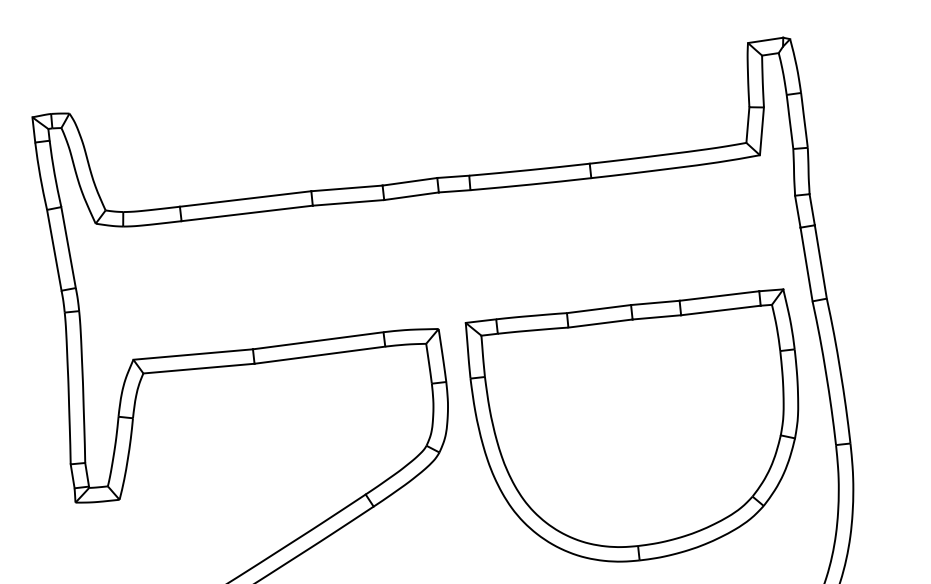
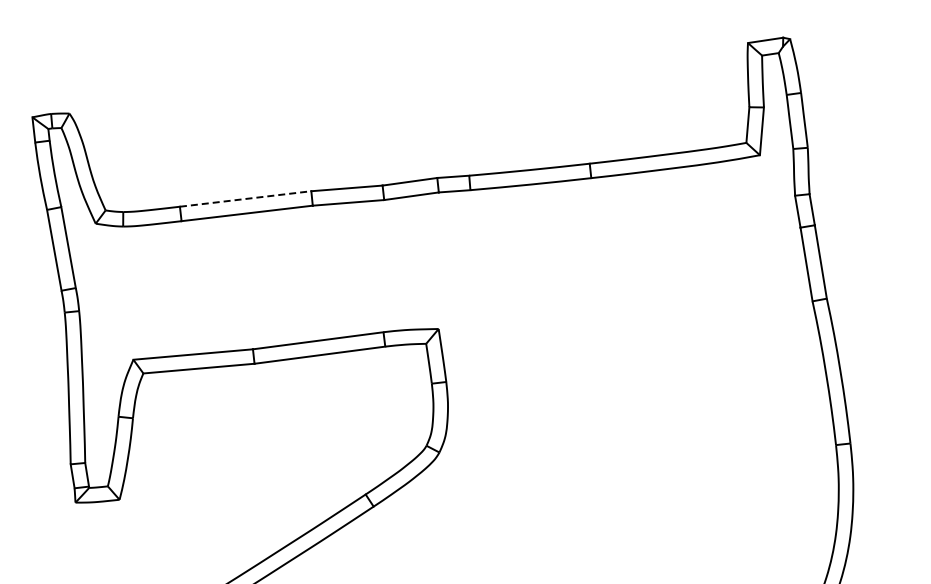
line at (246, 198): solid -> dashed
part at (631, 425): present -> none
